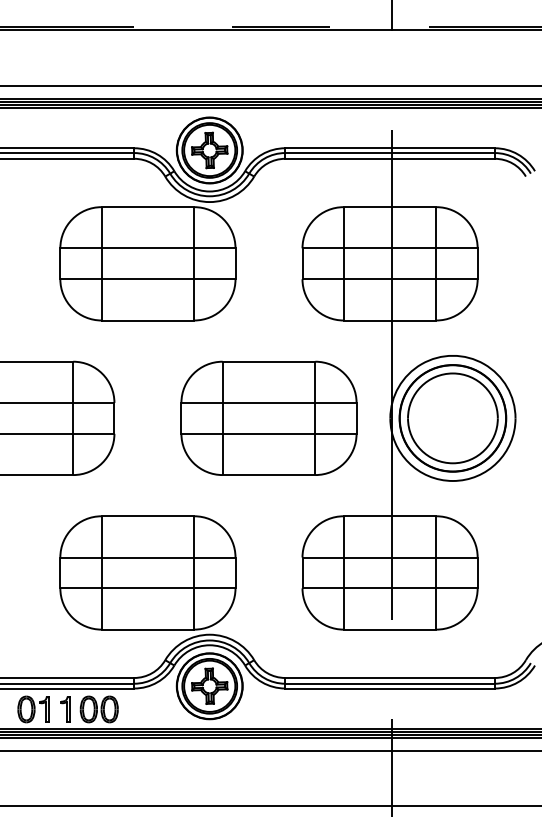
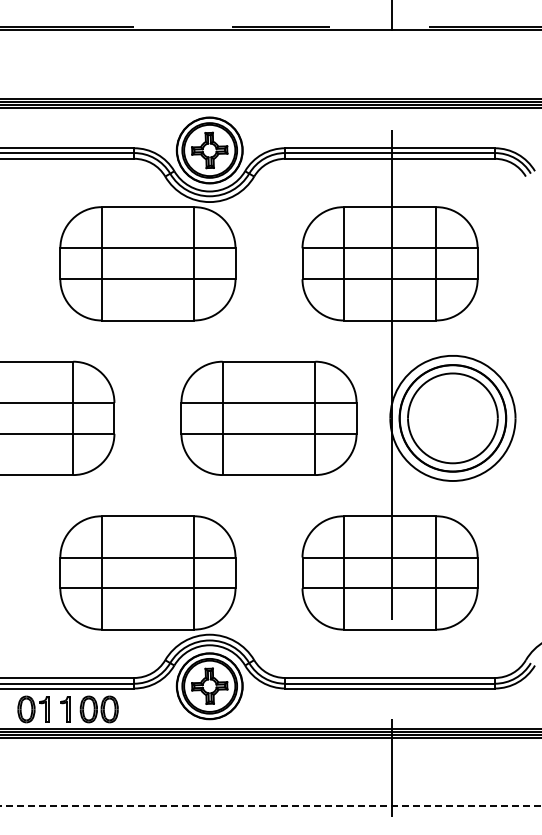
line at (270, 85): present -> none
line at (270, 751): present -> none
line at (270, 806): solid -> dashed
